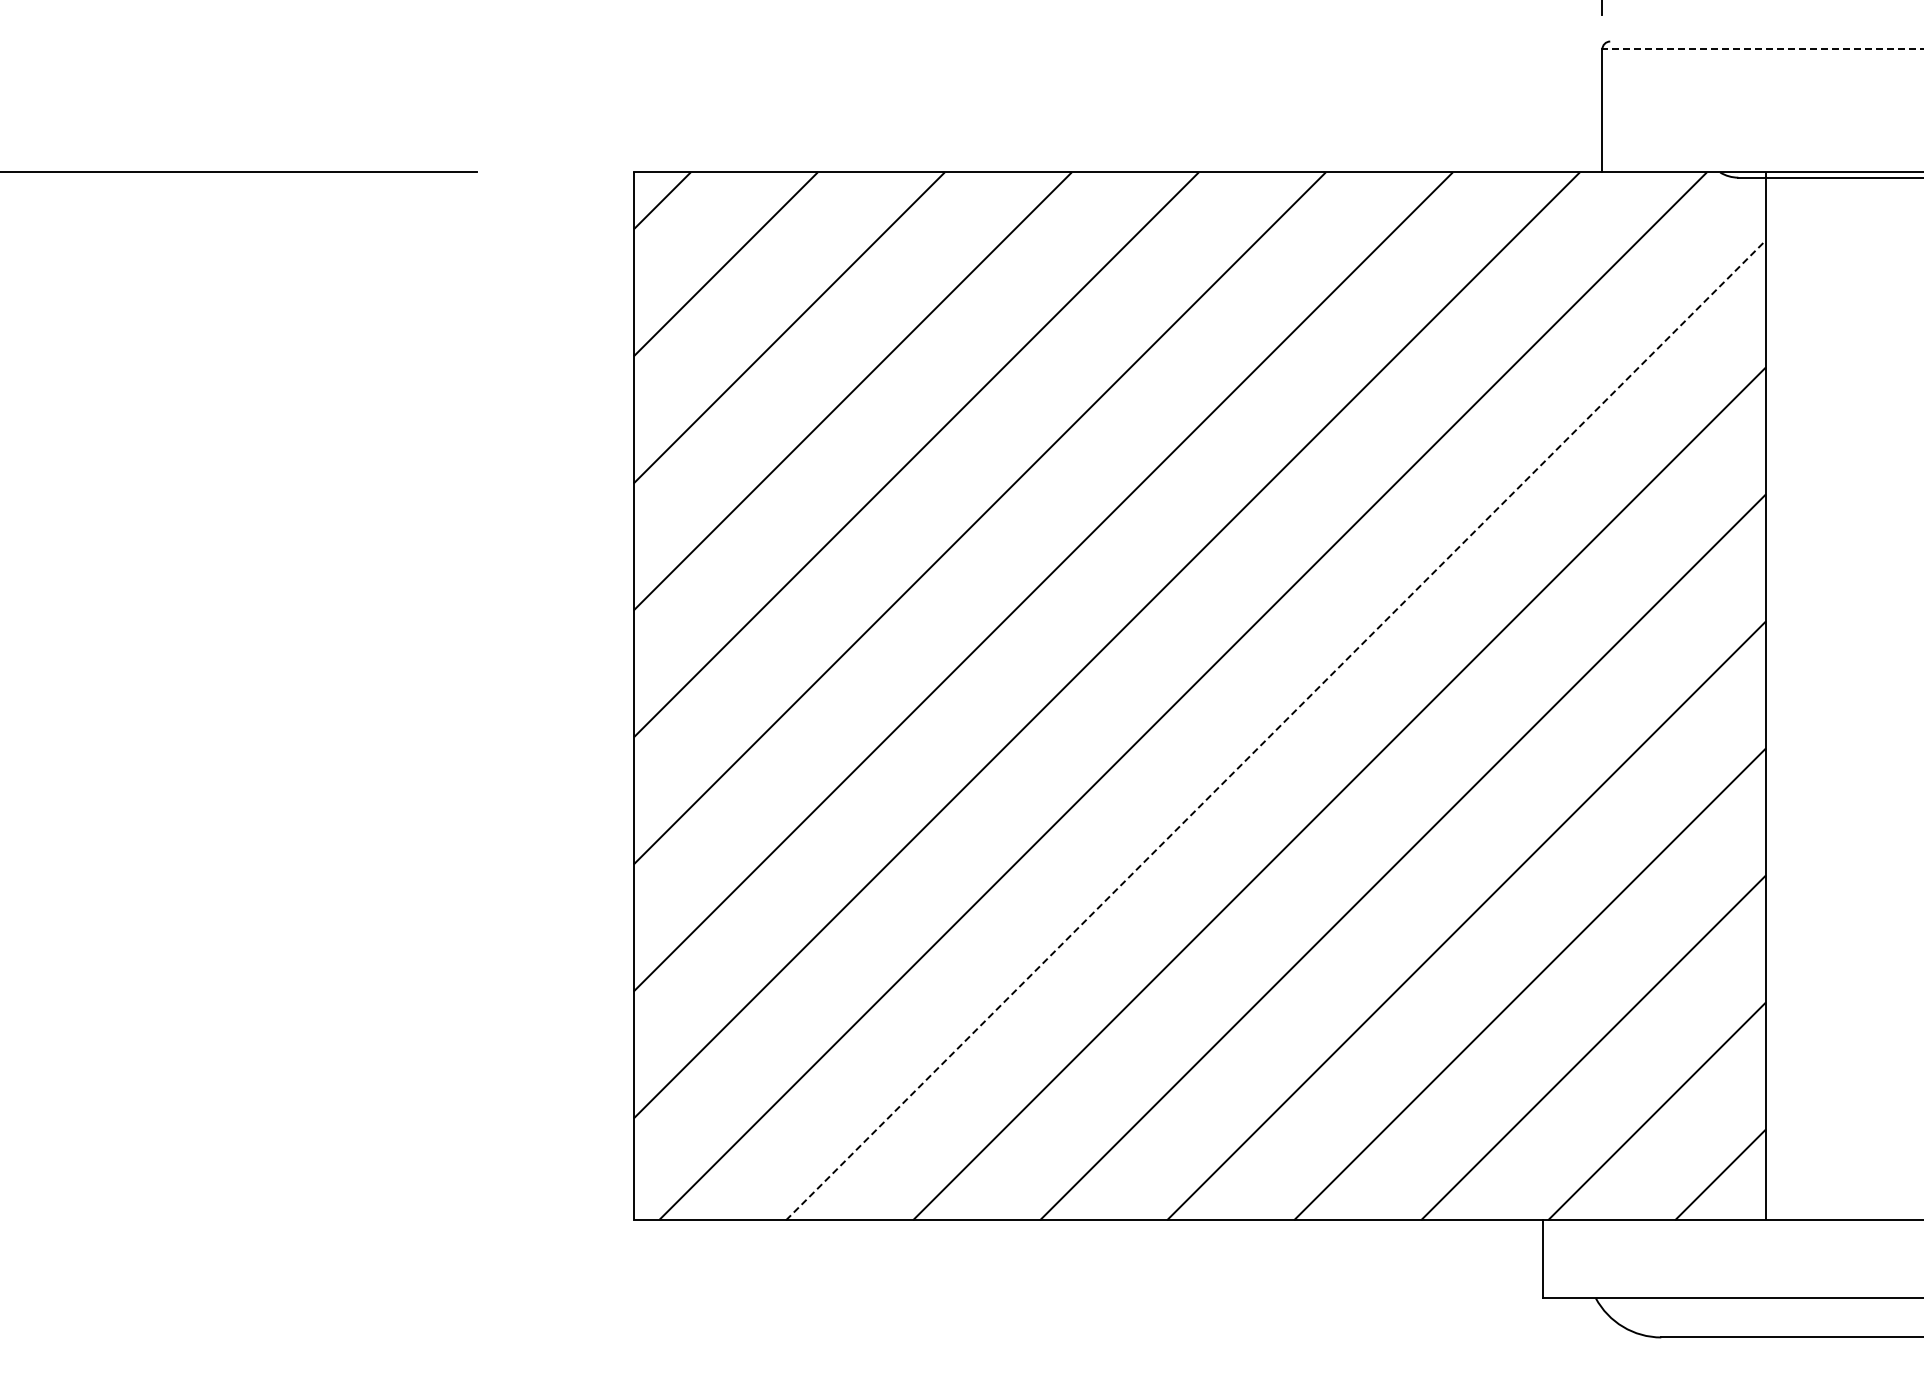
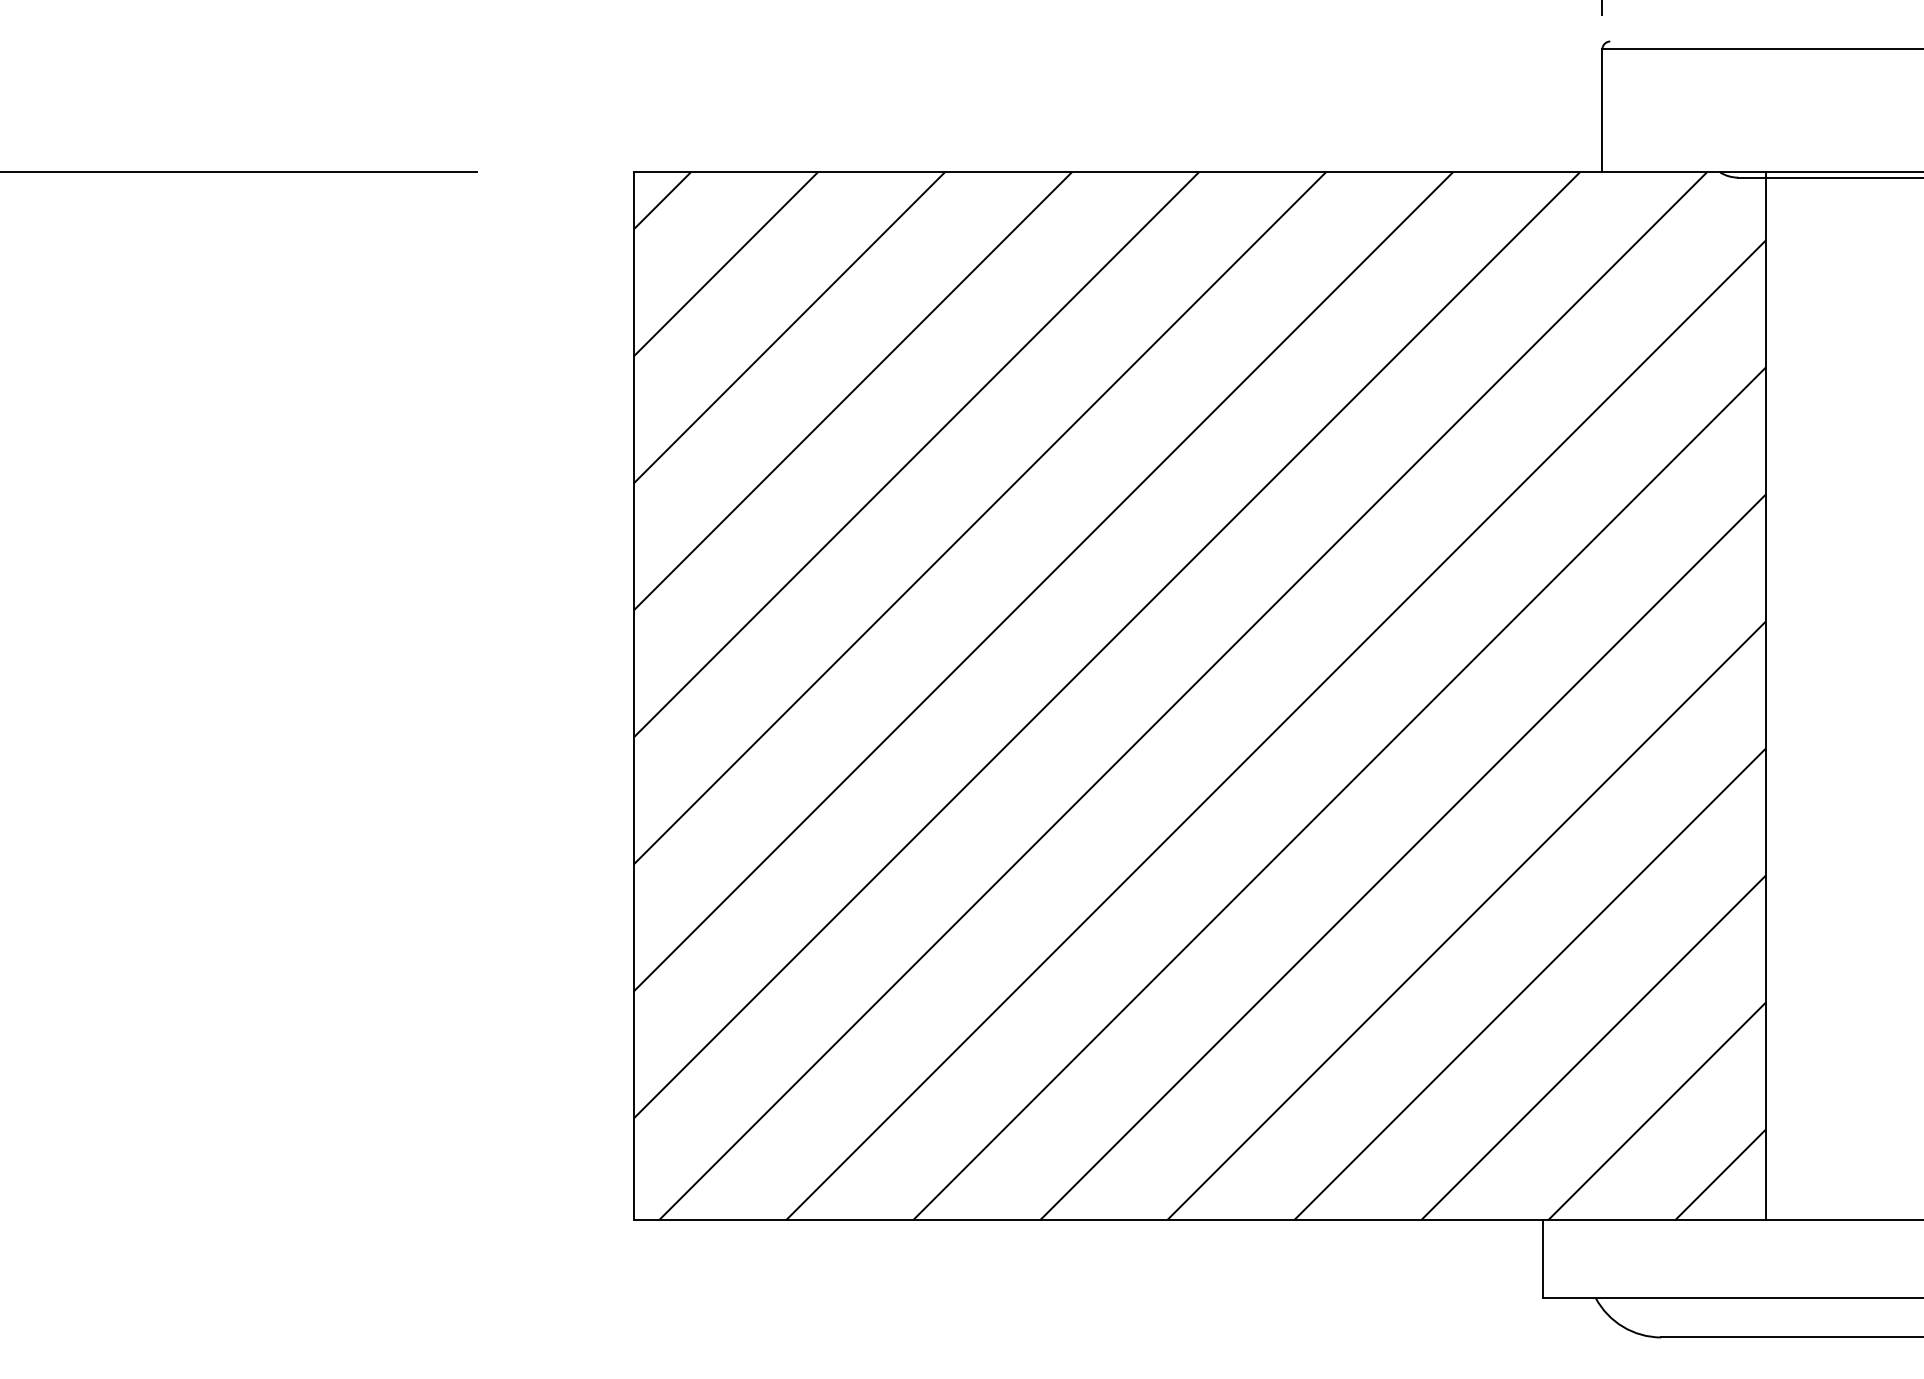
line at (1762, 49): dashed -> solid
line at (1276, 730): dashed -> solid
